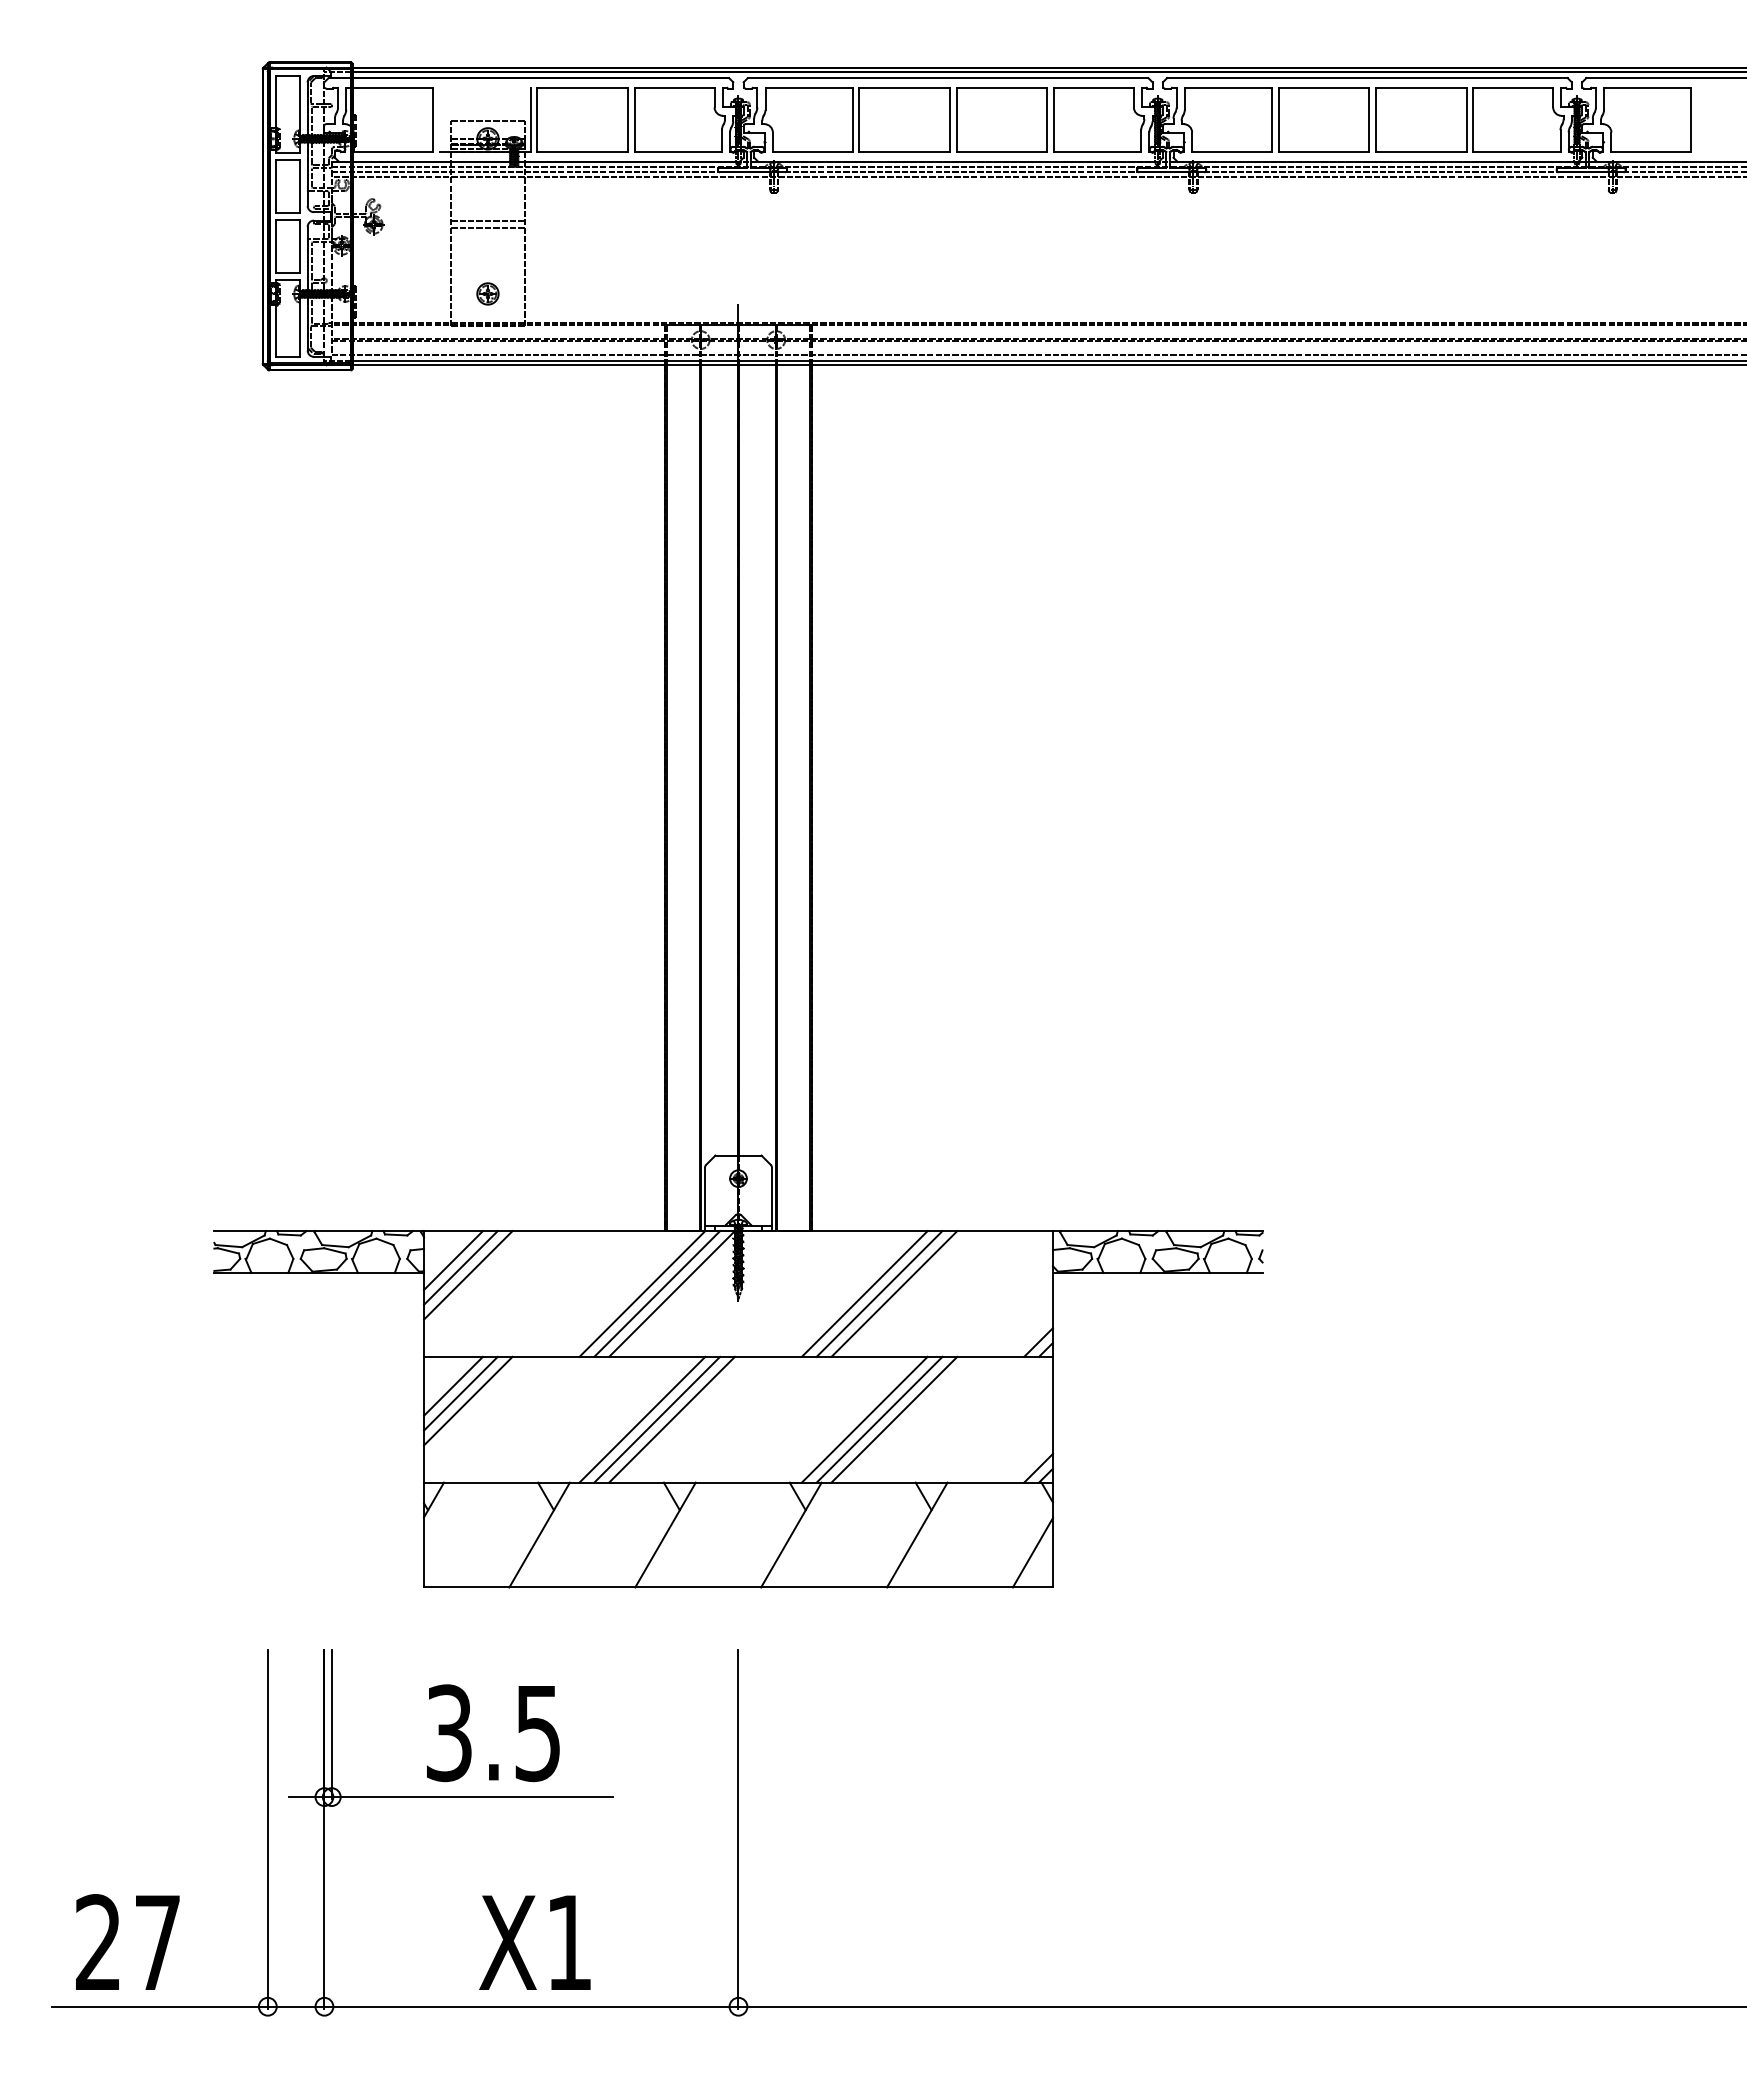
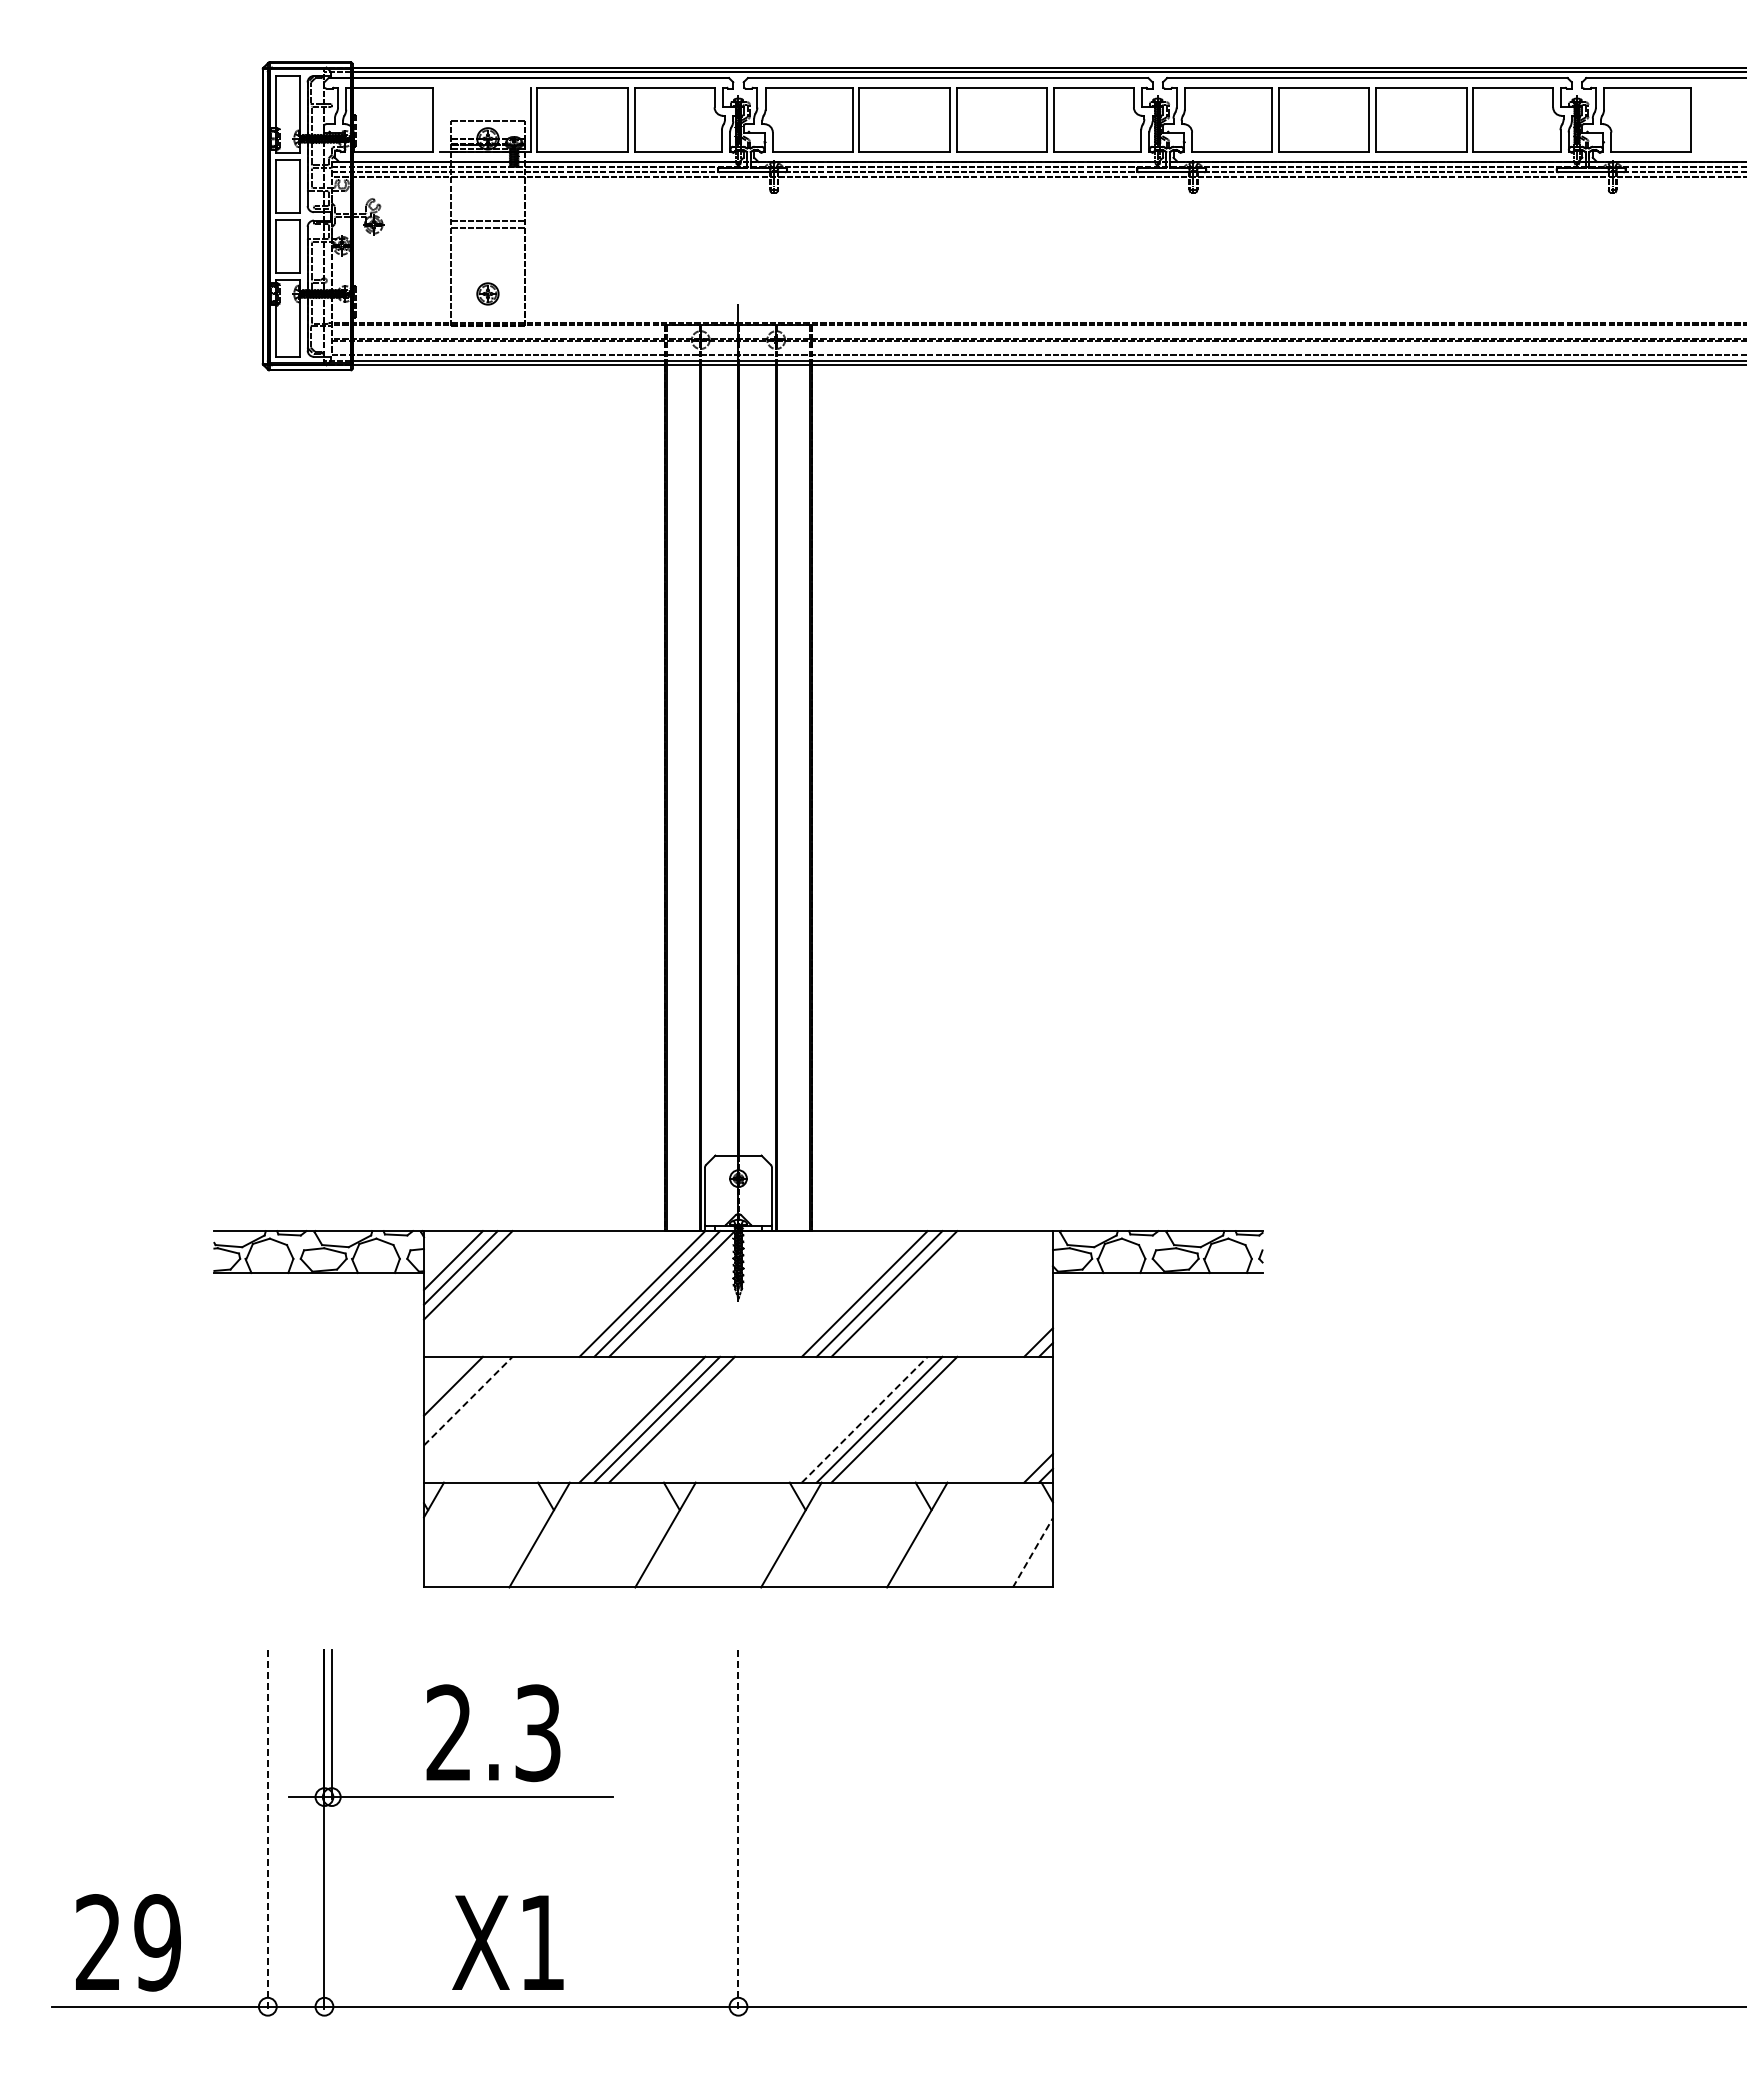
line at (460, 1393): present -> none
line at (468, 1401): solid -> dashed
line at (864, 1419): solid -> dashed
line at (1033, 1552): solid -> dashed
text at (493, 1733): 3.5 -> 2.3
line at (267, 1830): solid -> dashed
line at (738, 1830): solid -> dashed
text at (157, 1942): 27 -> 29
text at (534, 1942) position: (534, 1942) -> (507, 1942)
